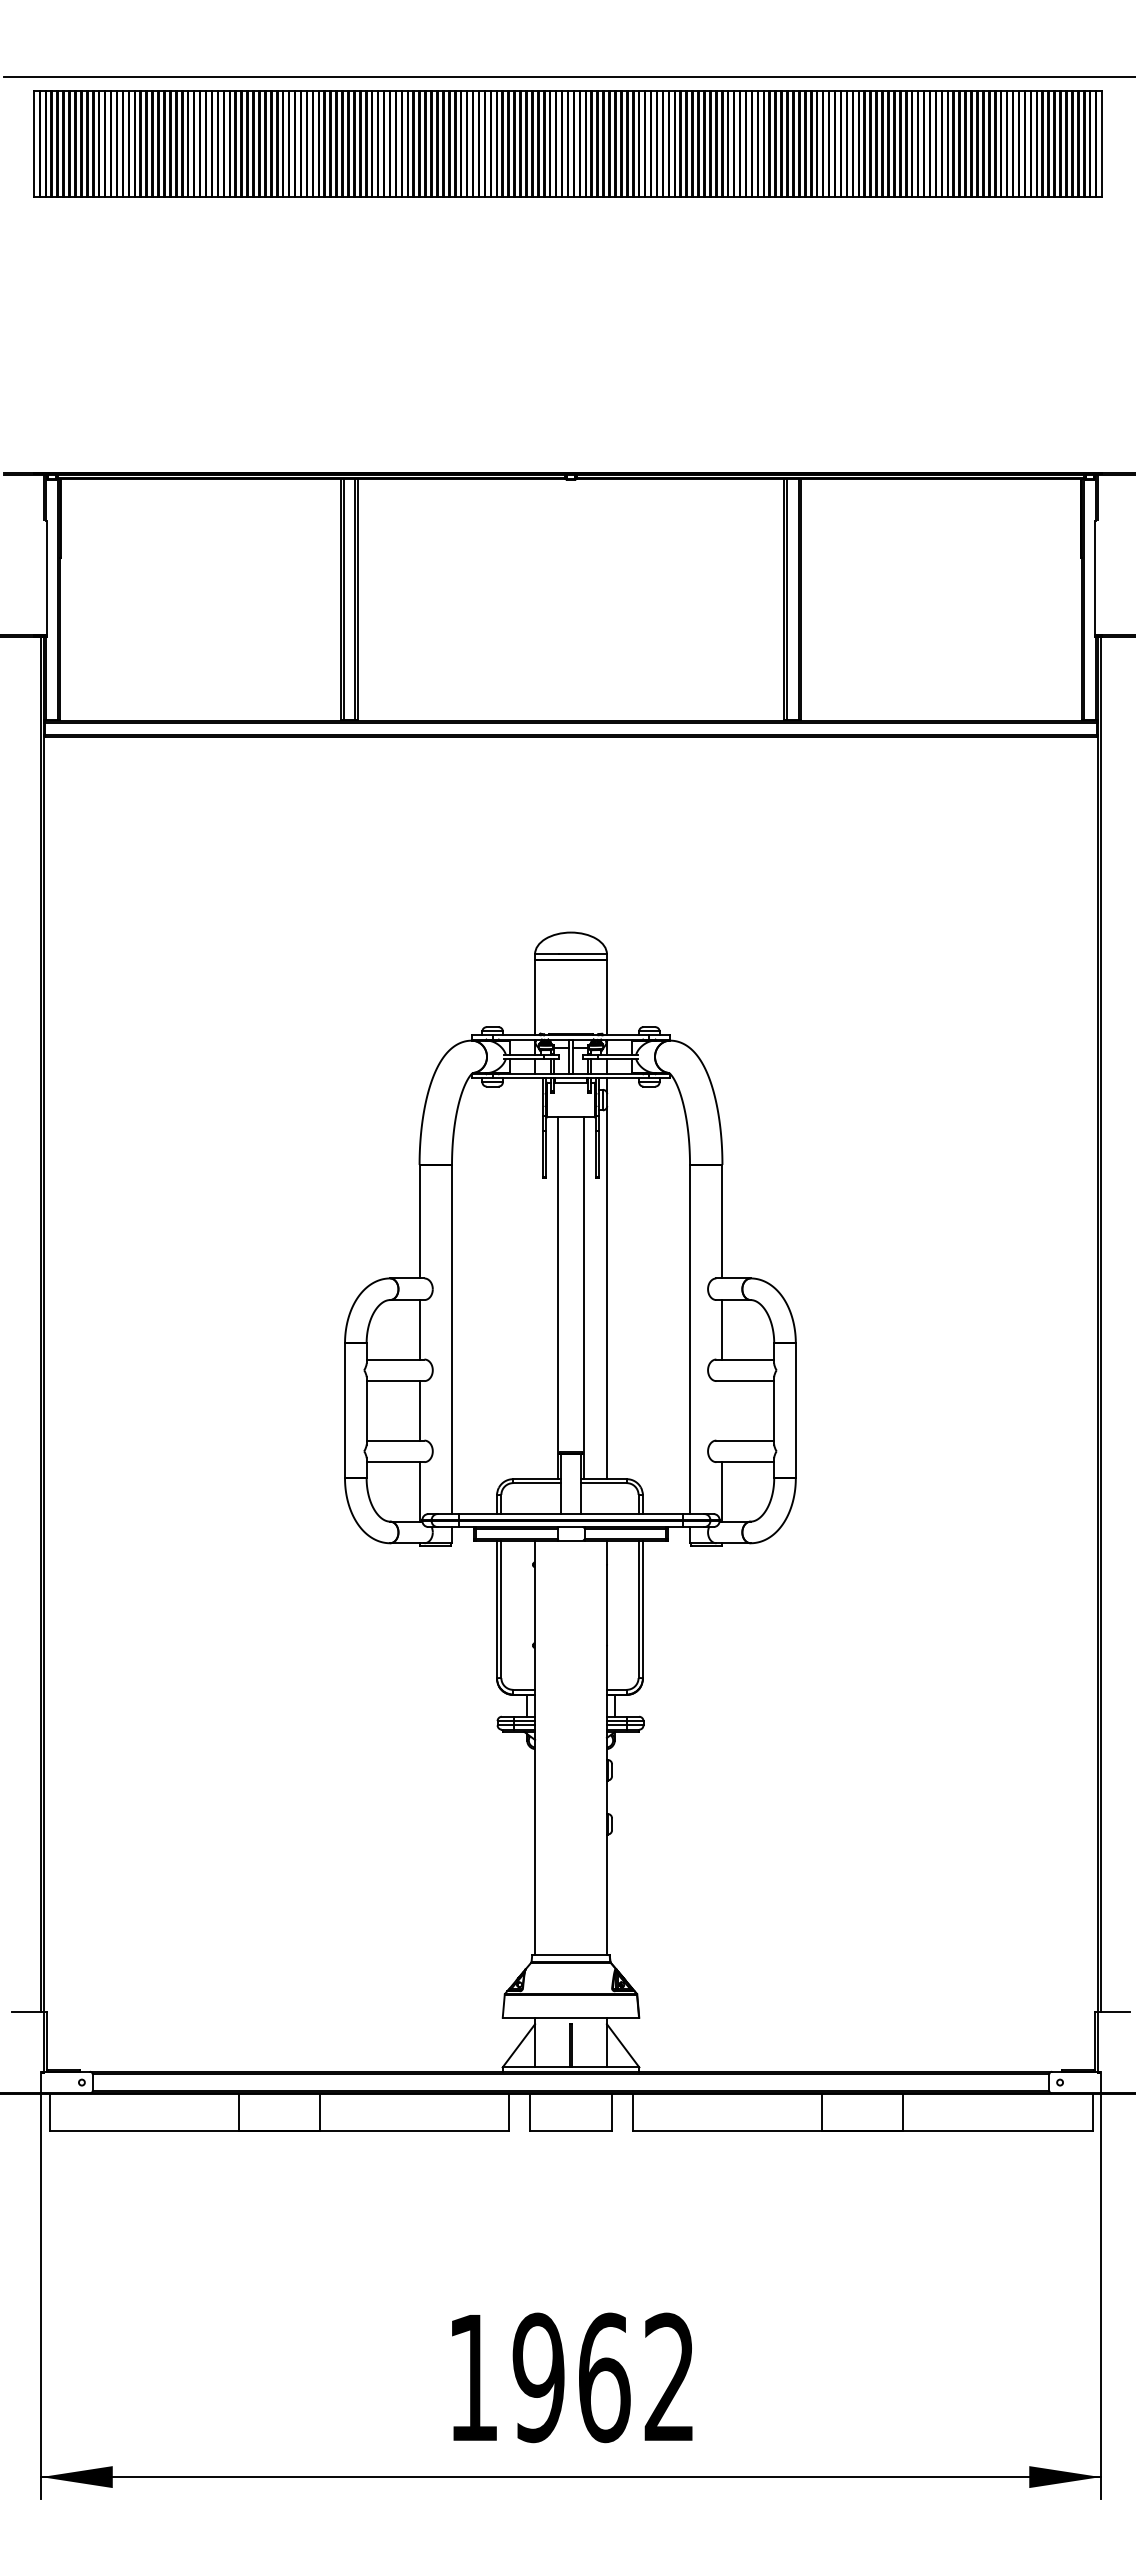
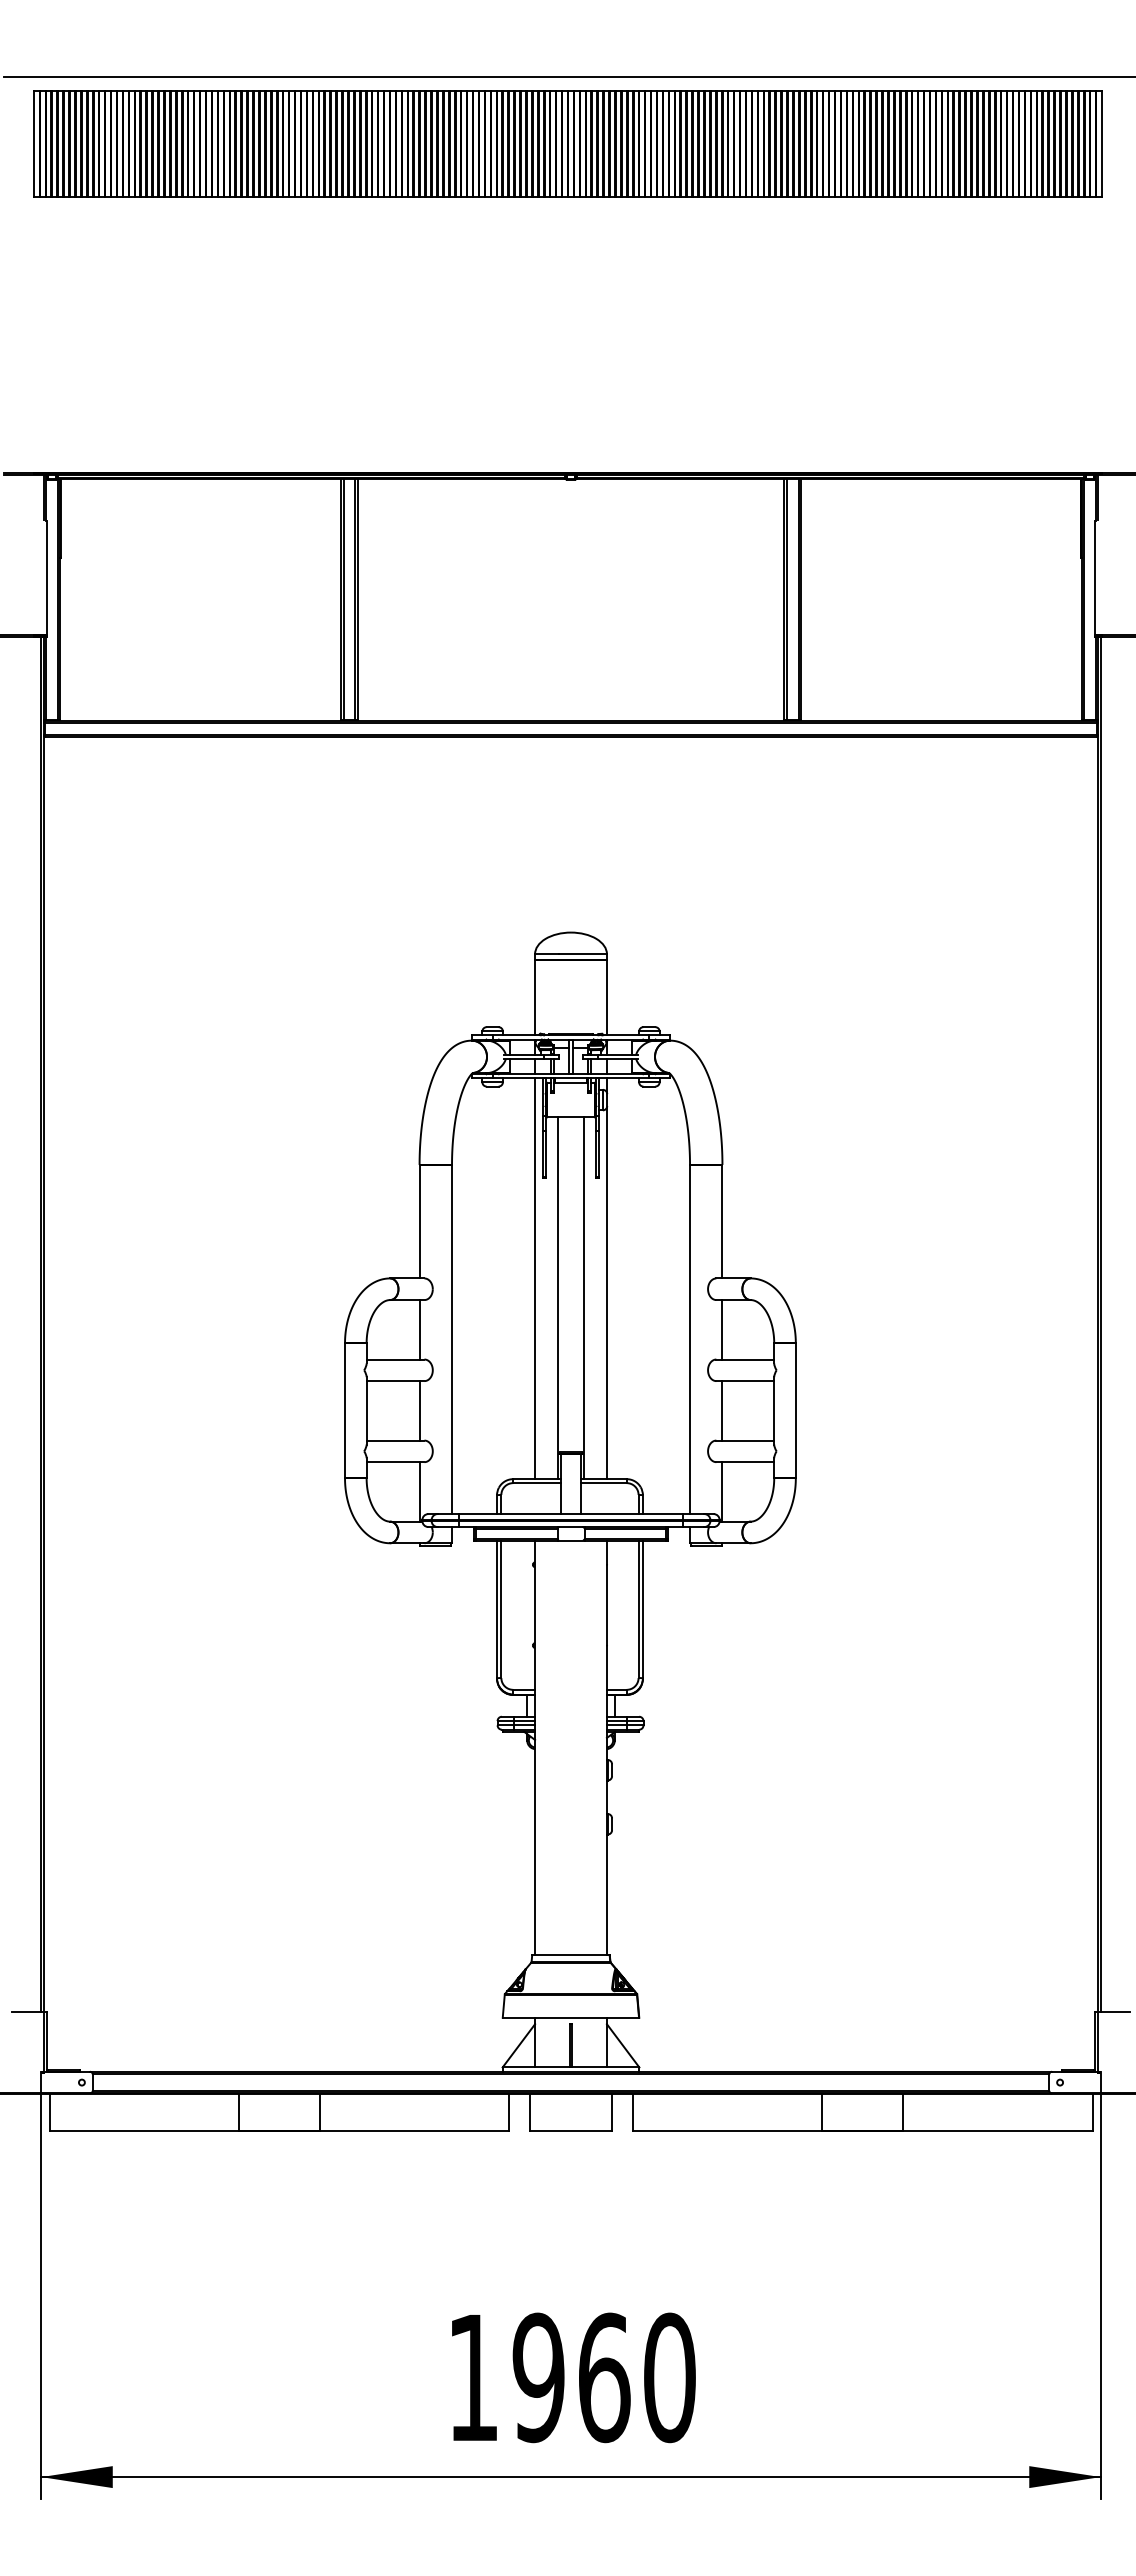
line at (535, 1278): none -> present
line at (722, 1410): none -> present
text at (669, 2377): 1962 -> 1960
